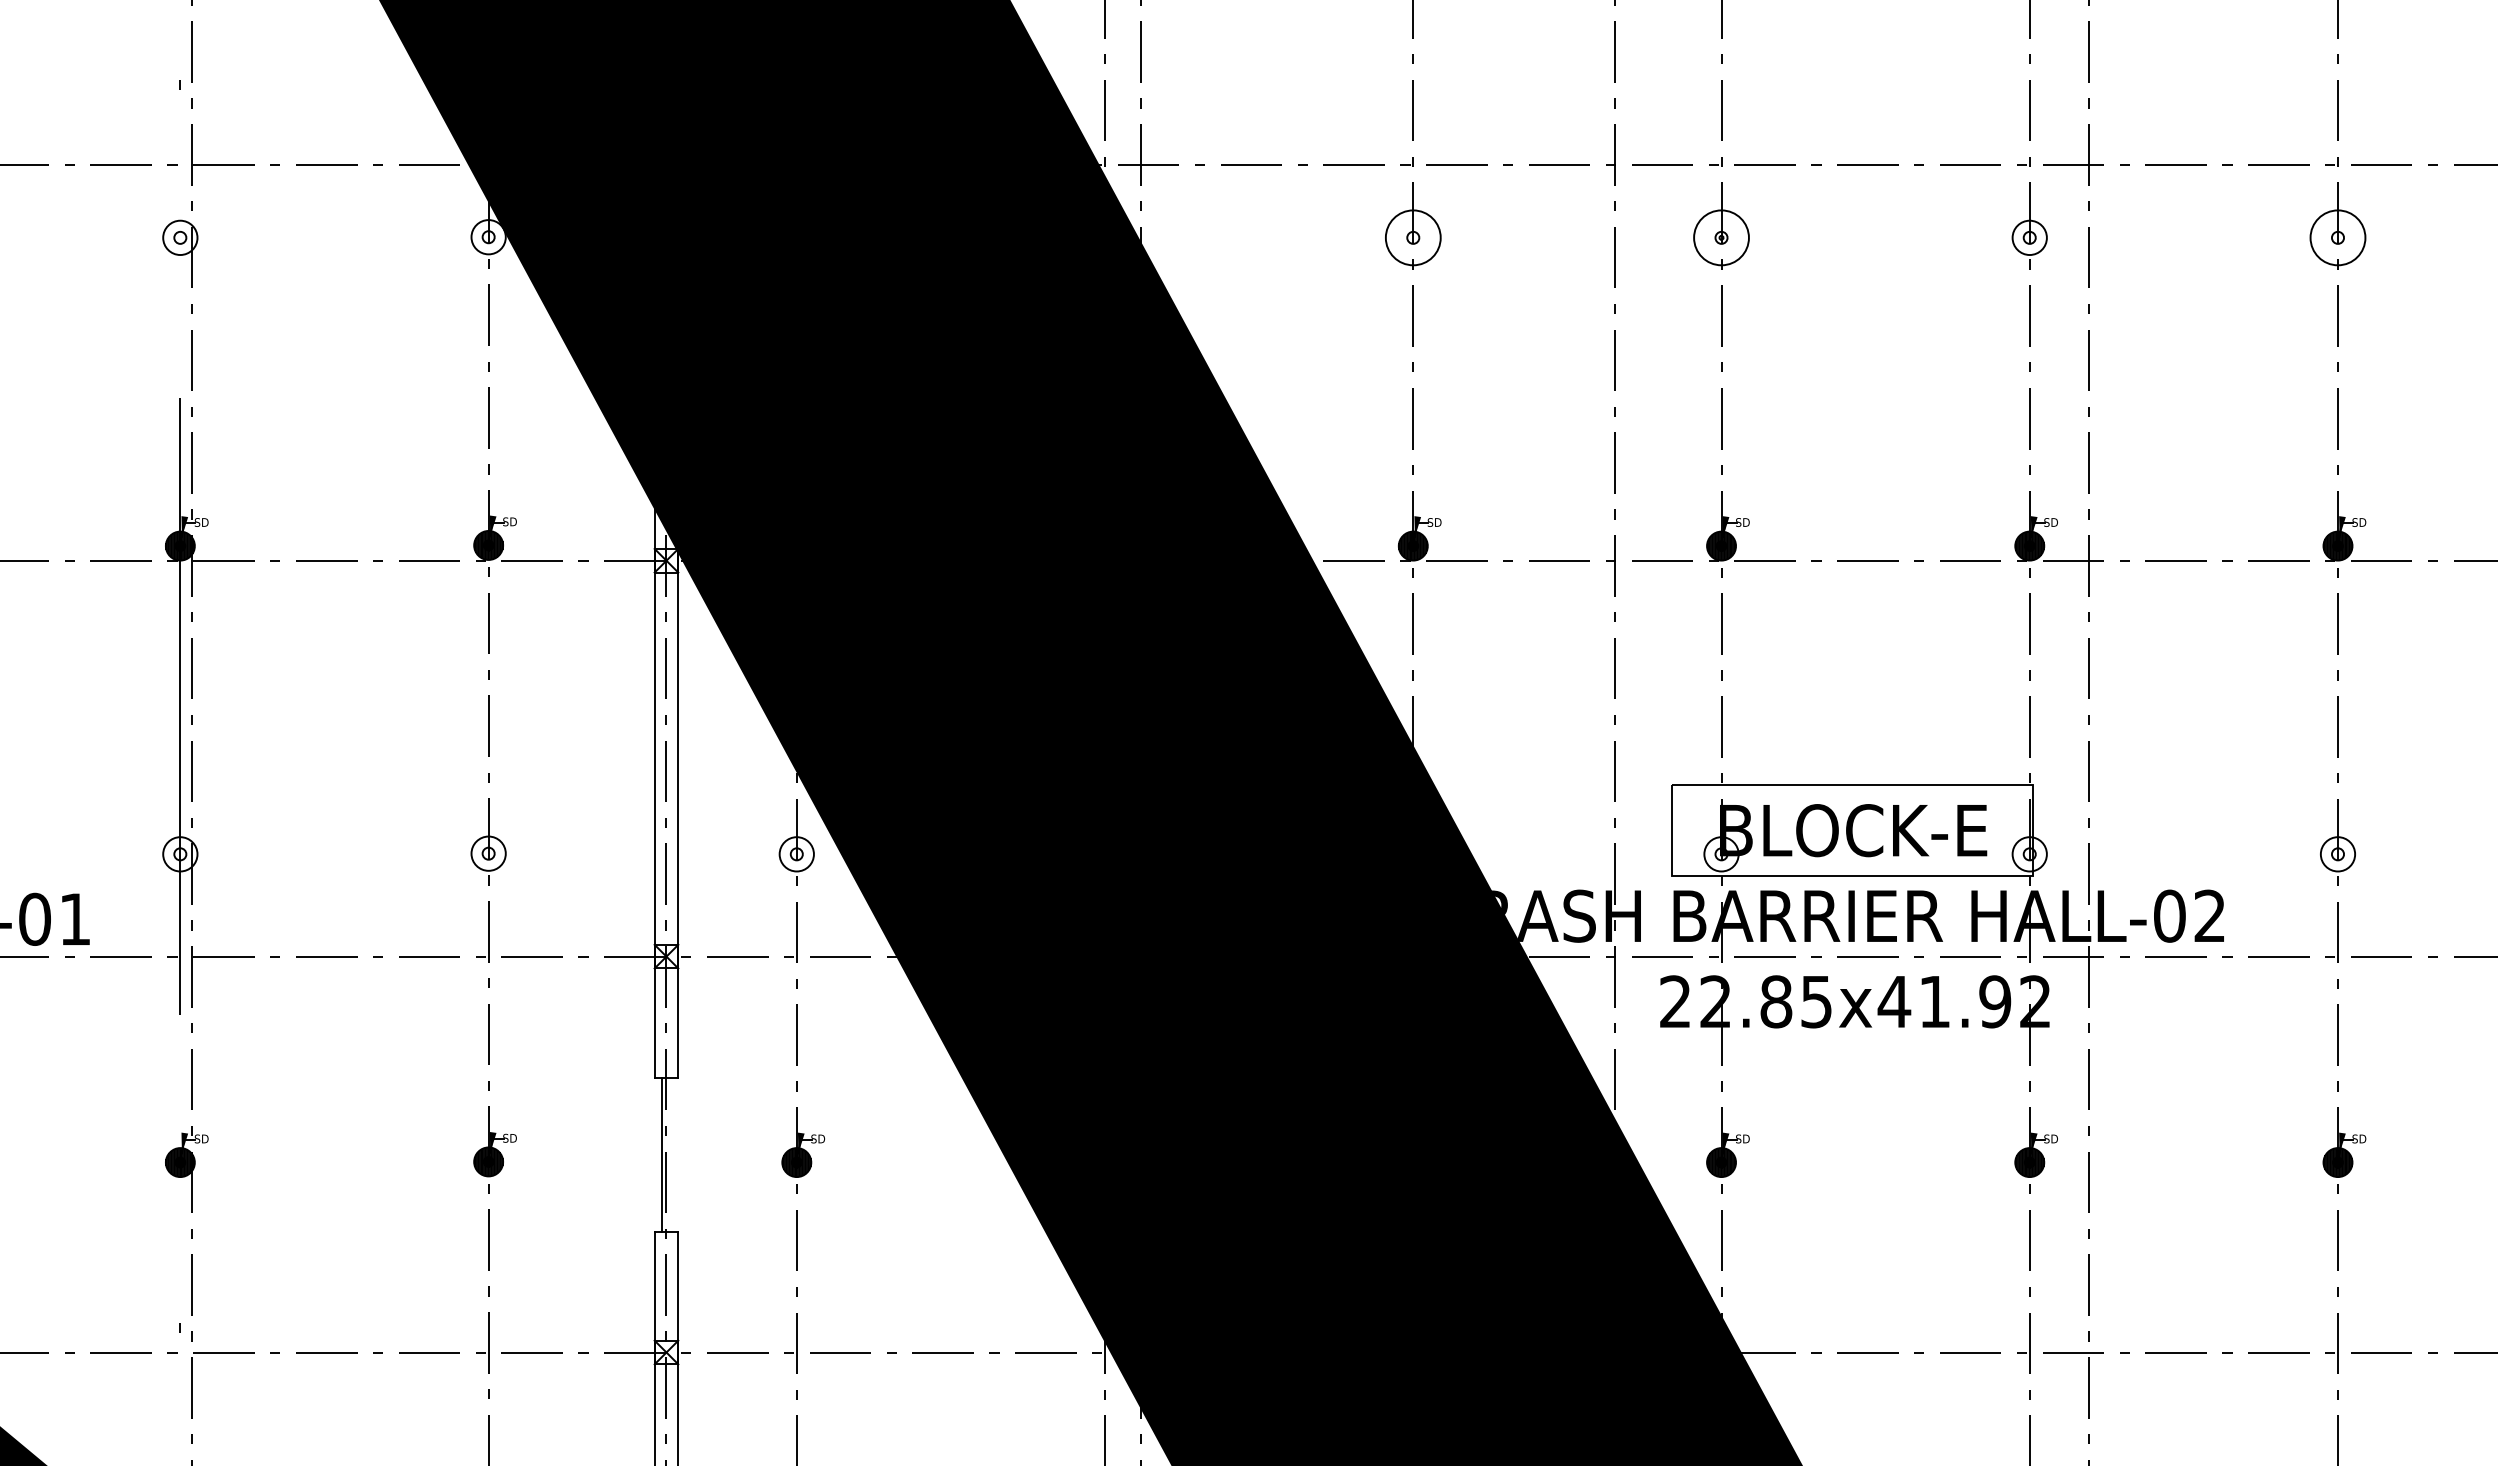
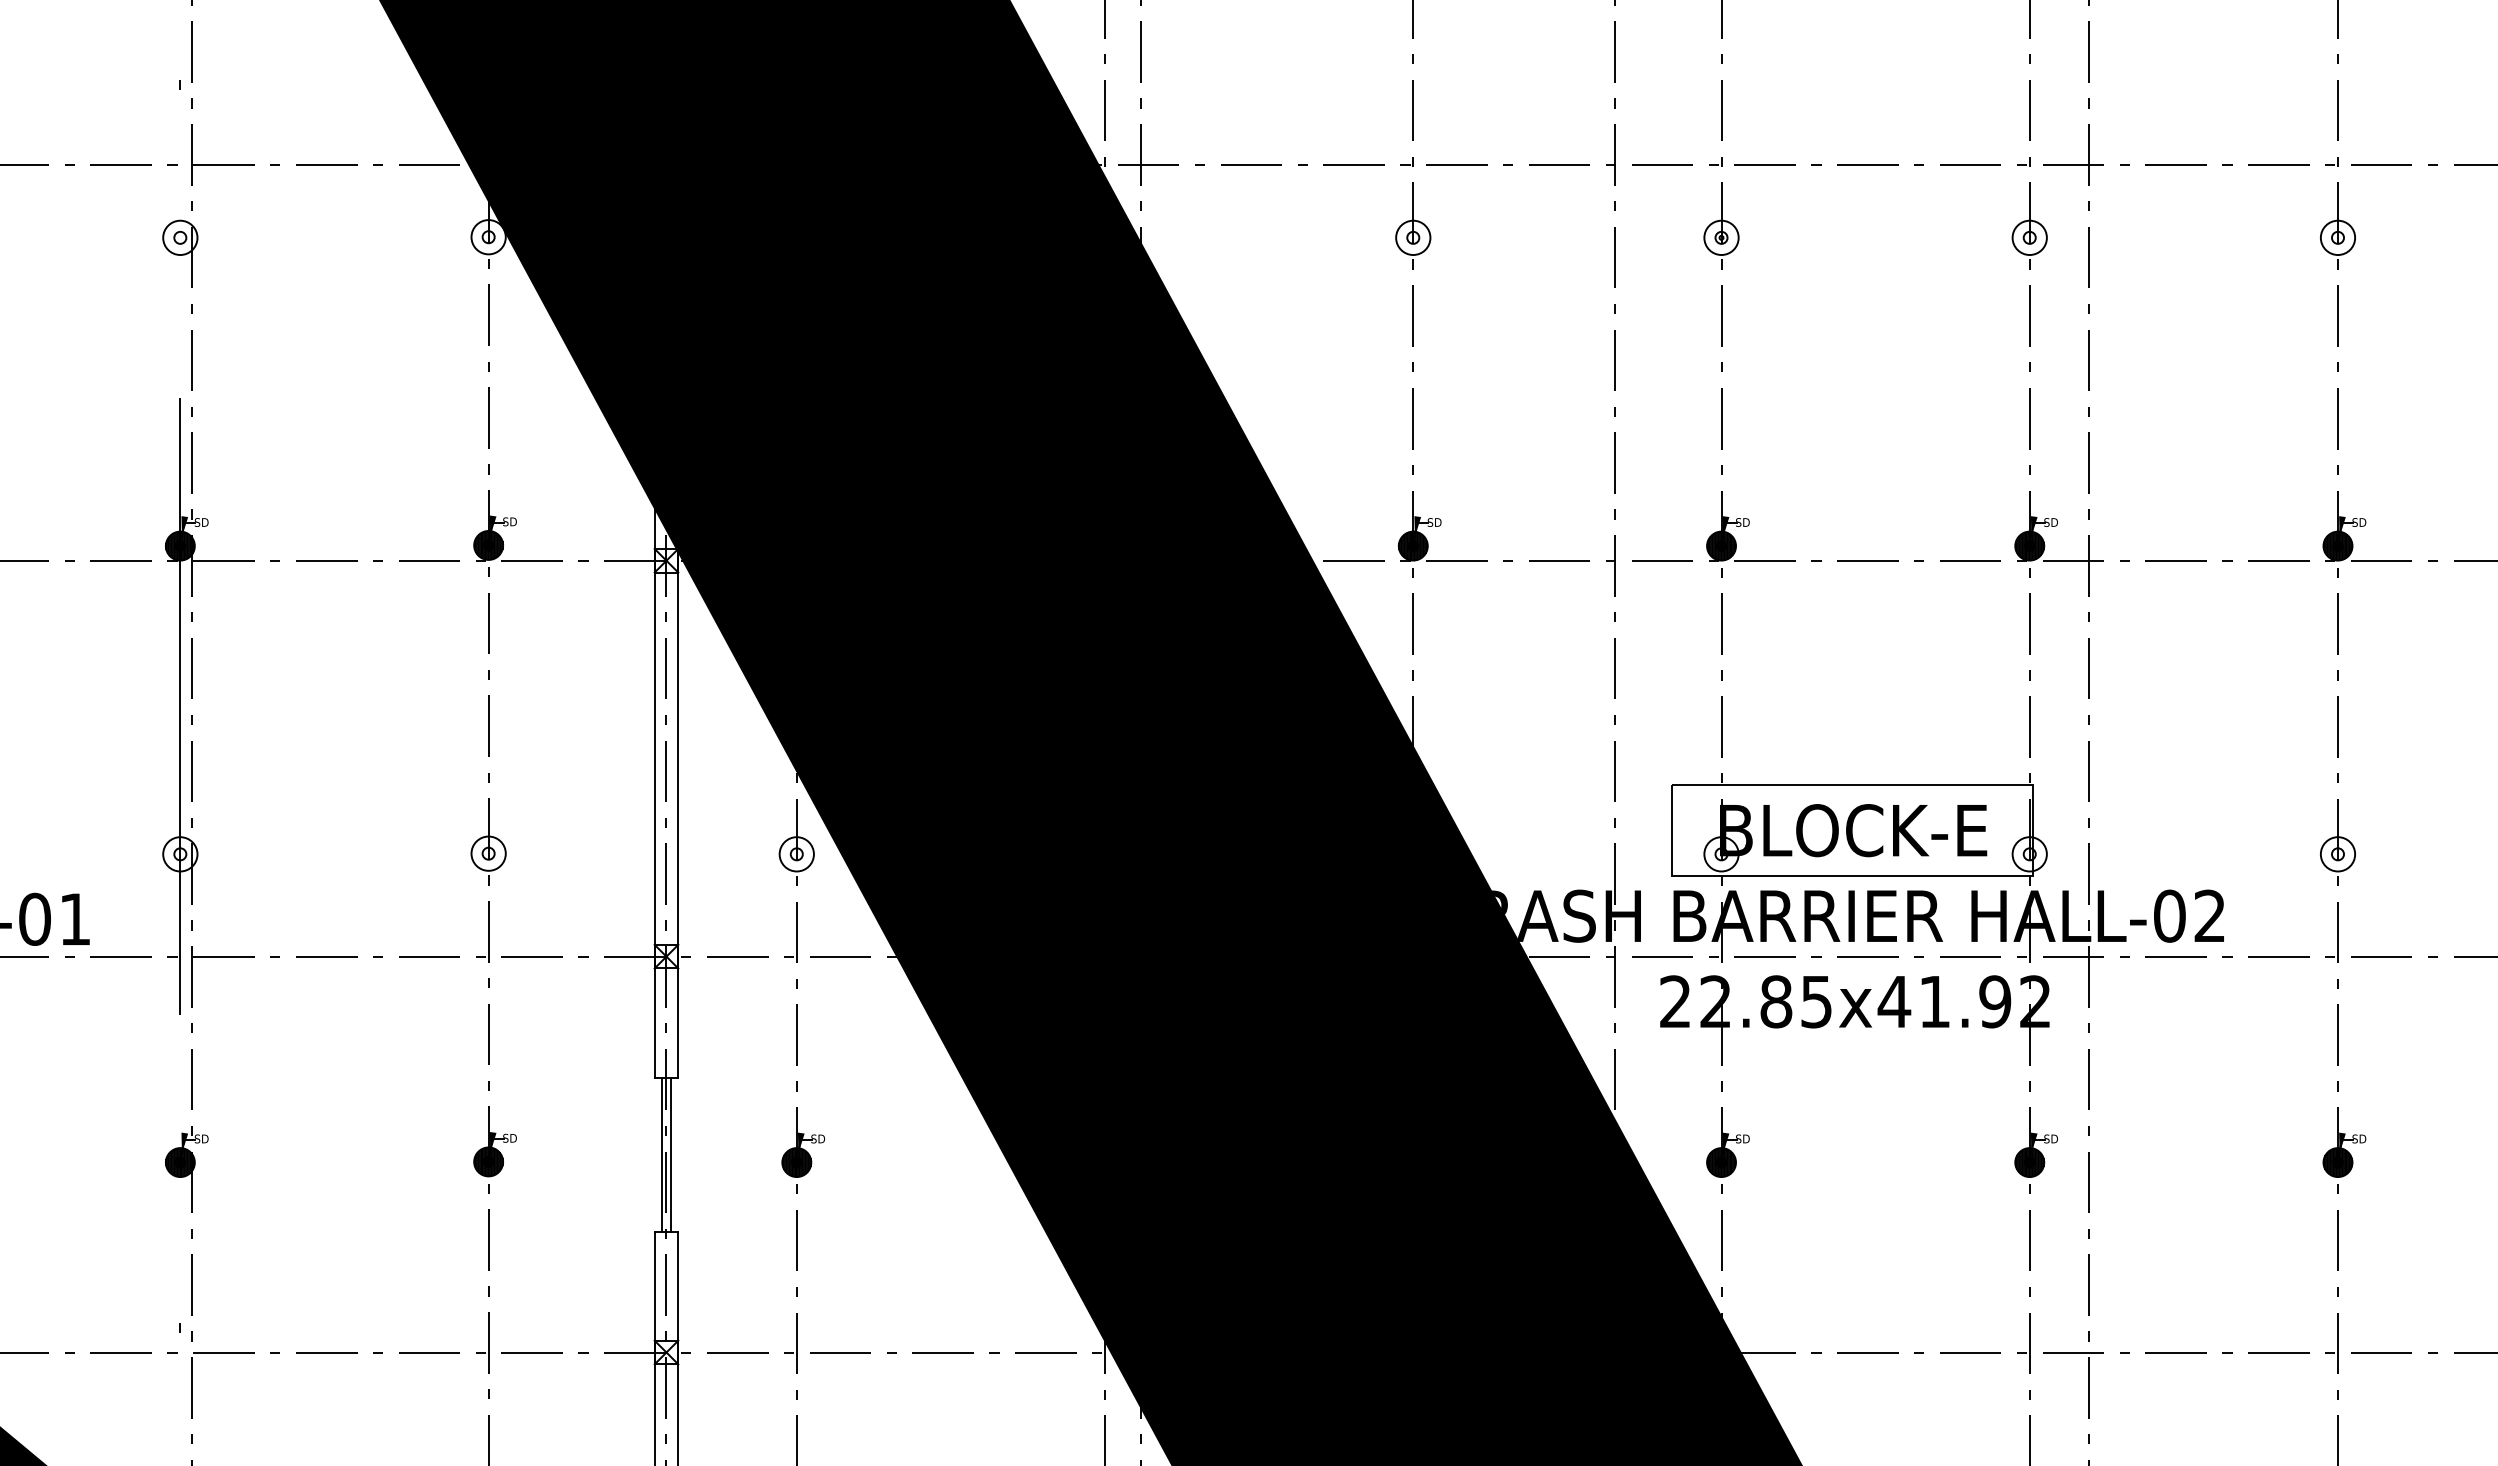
circle at (1412, 237) diameter: 55 px -> 34 px
circle at (1721, 237) diameter: 55 px -> 34 px
circle at (2337, 237) diameter: 55 px -> 34 px
line at (670, 1154): none -> present
